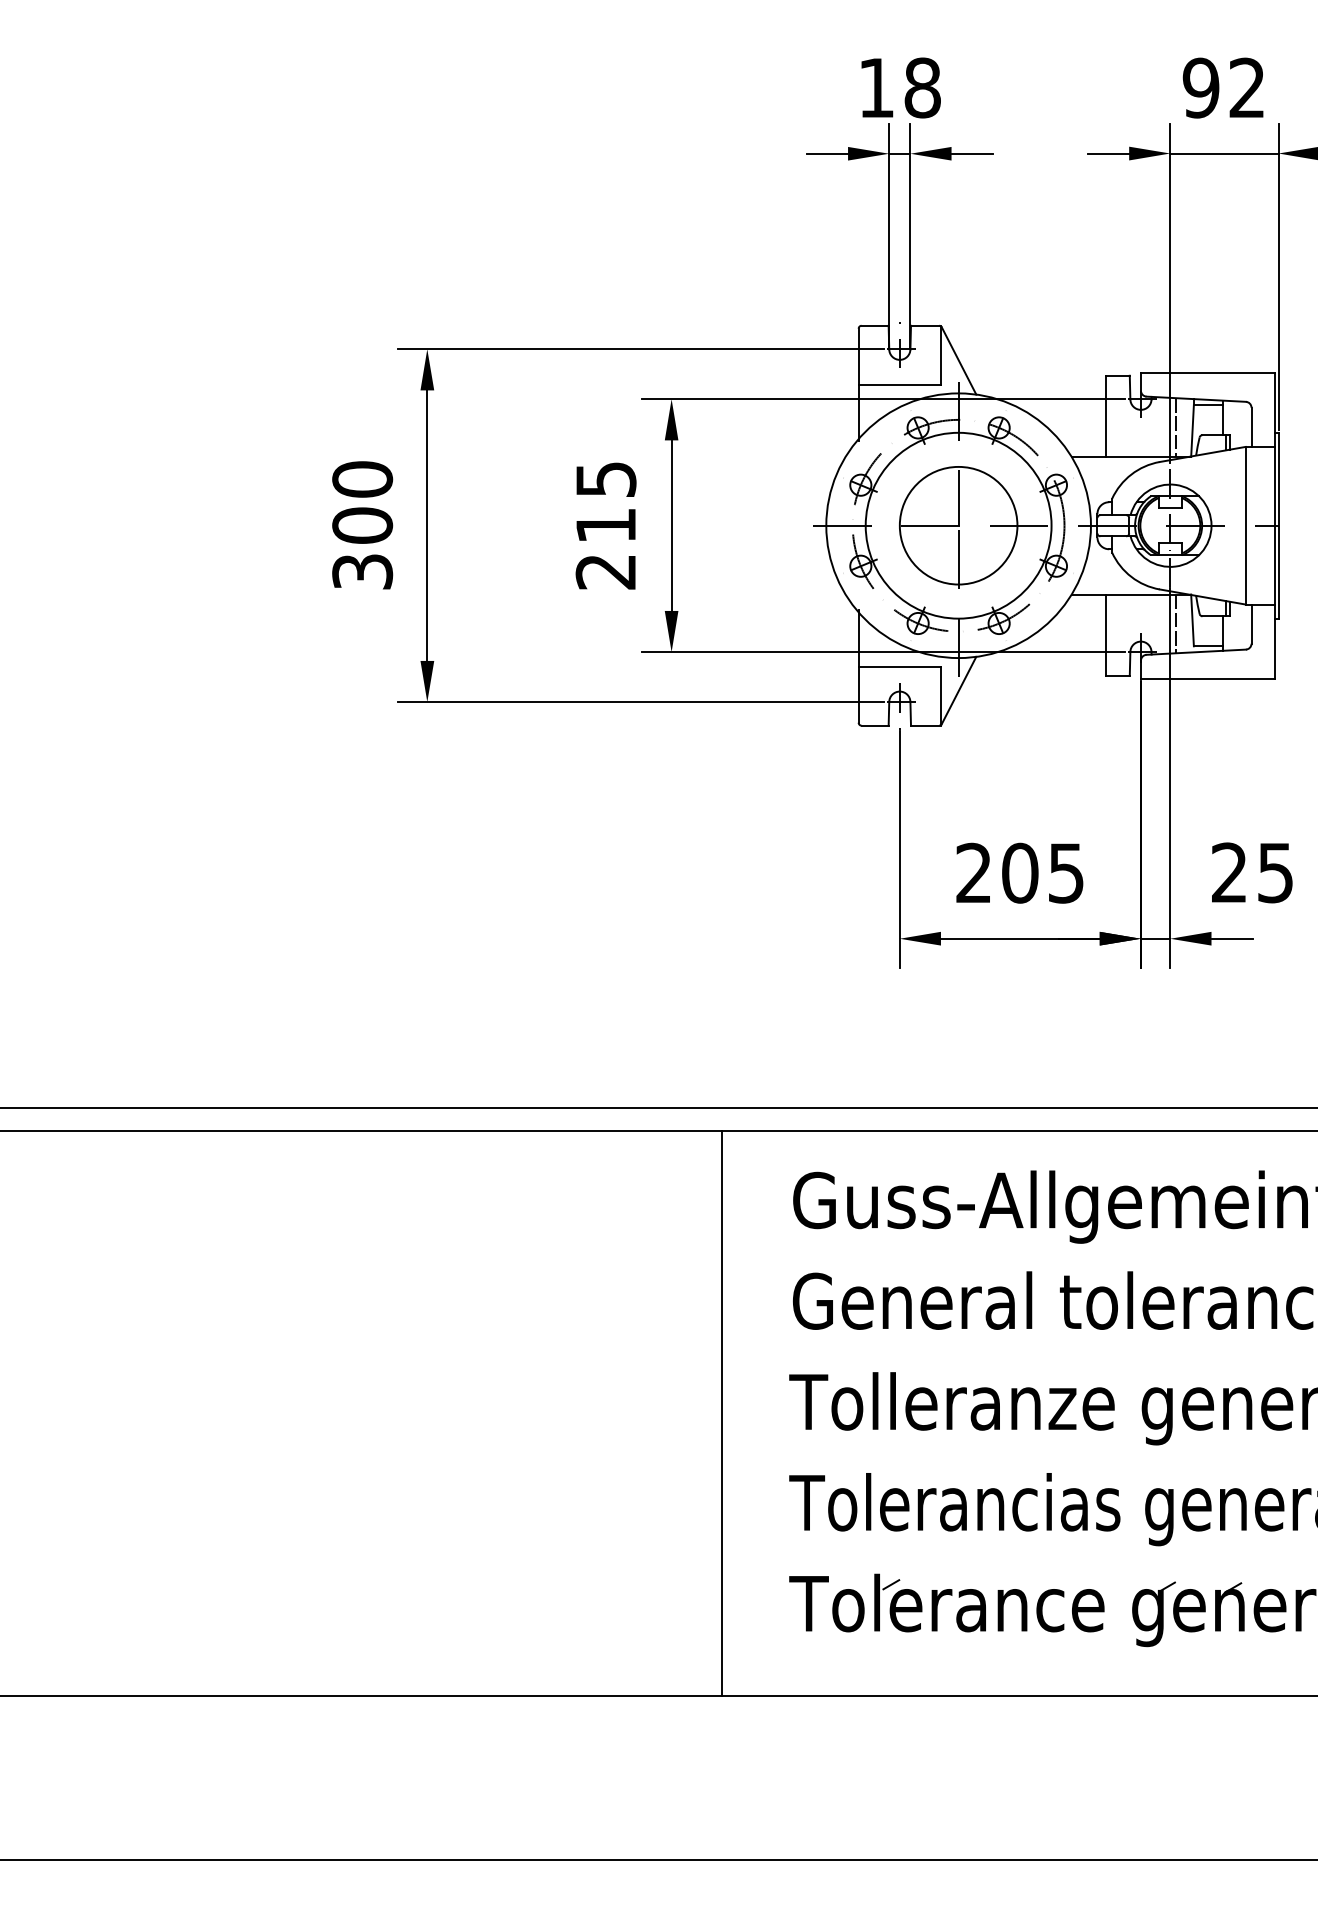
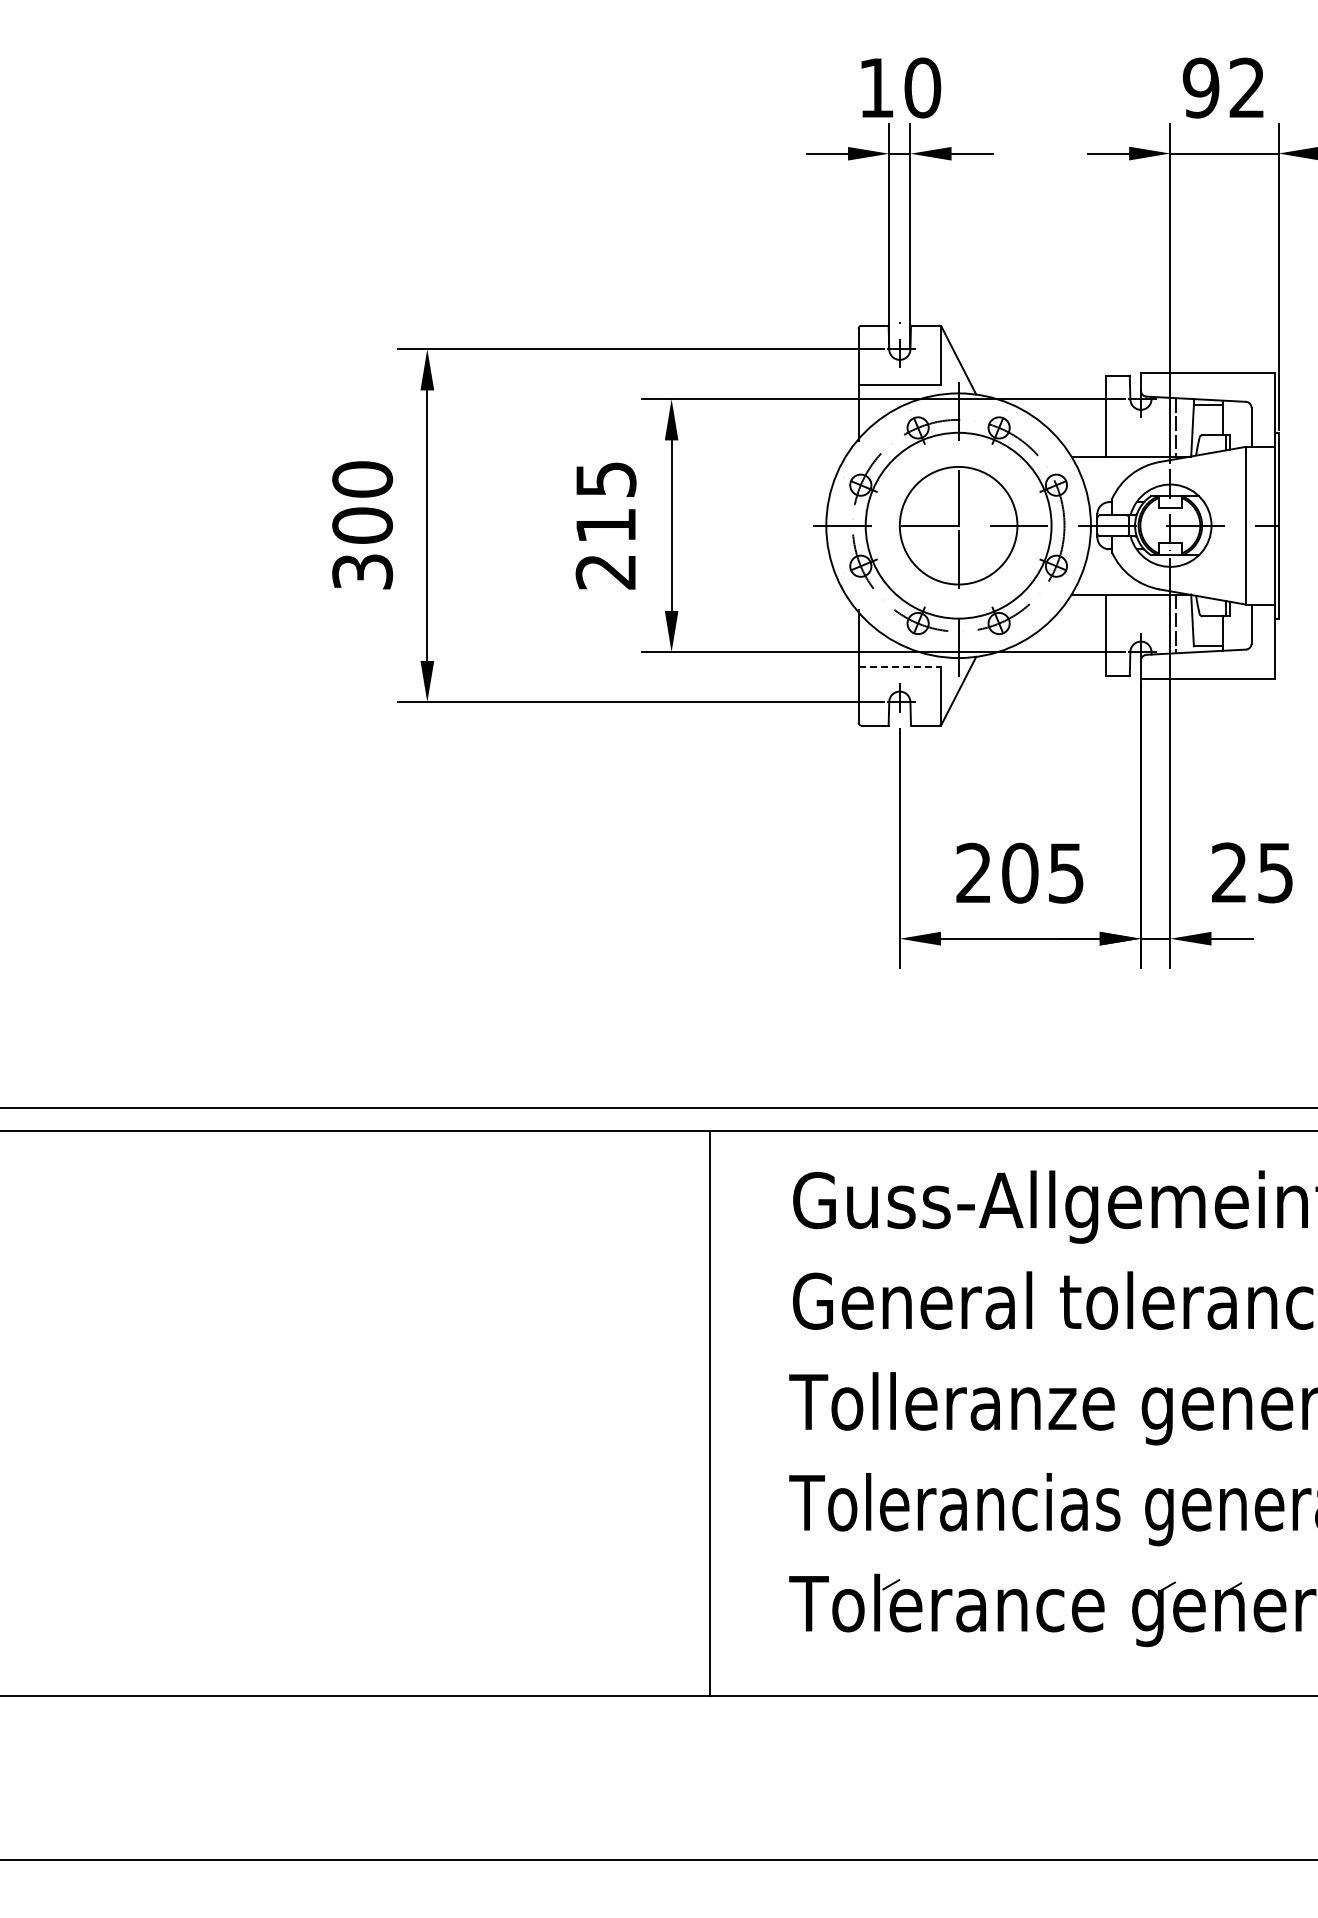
text at (922, 87): 18 -> 10
line at (900, 666): solid -> dashed
line at (721, 1413) position: (721, 1413) -> (709, 1413)
